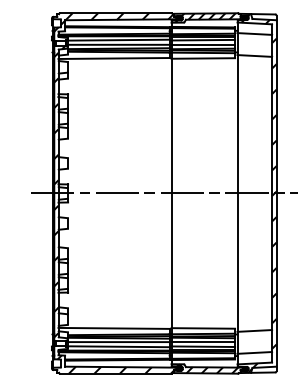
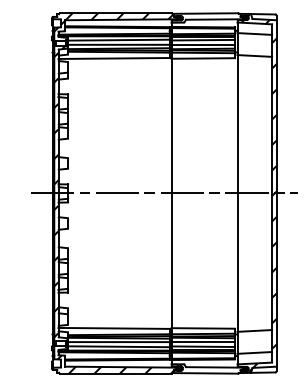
hatch at (208, 17): present -> none
hatch at (208, 368): present -> none
